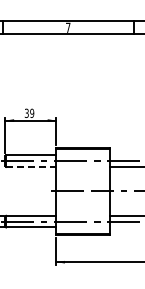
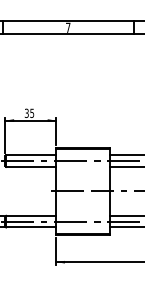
text at (32, 112): 39 -> 35
line at (125, 155): none -> present
line at (31, 166): dashed -> solid
line at (125, 227): none -> present
